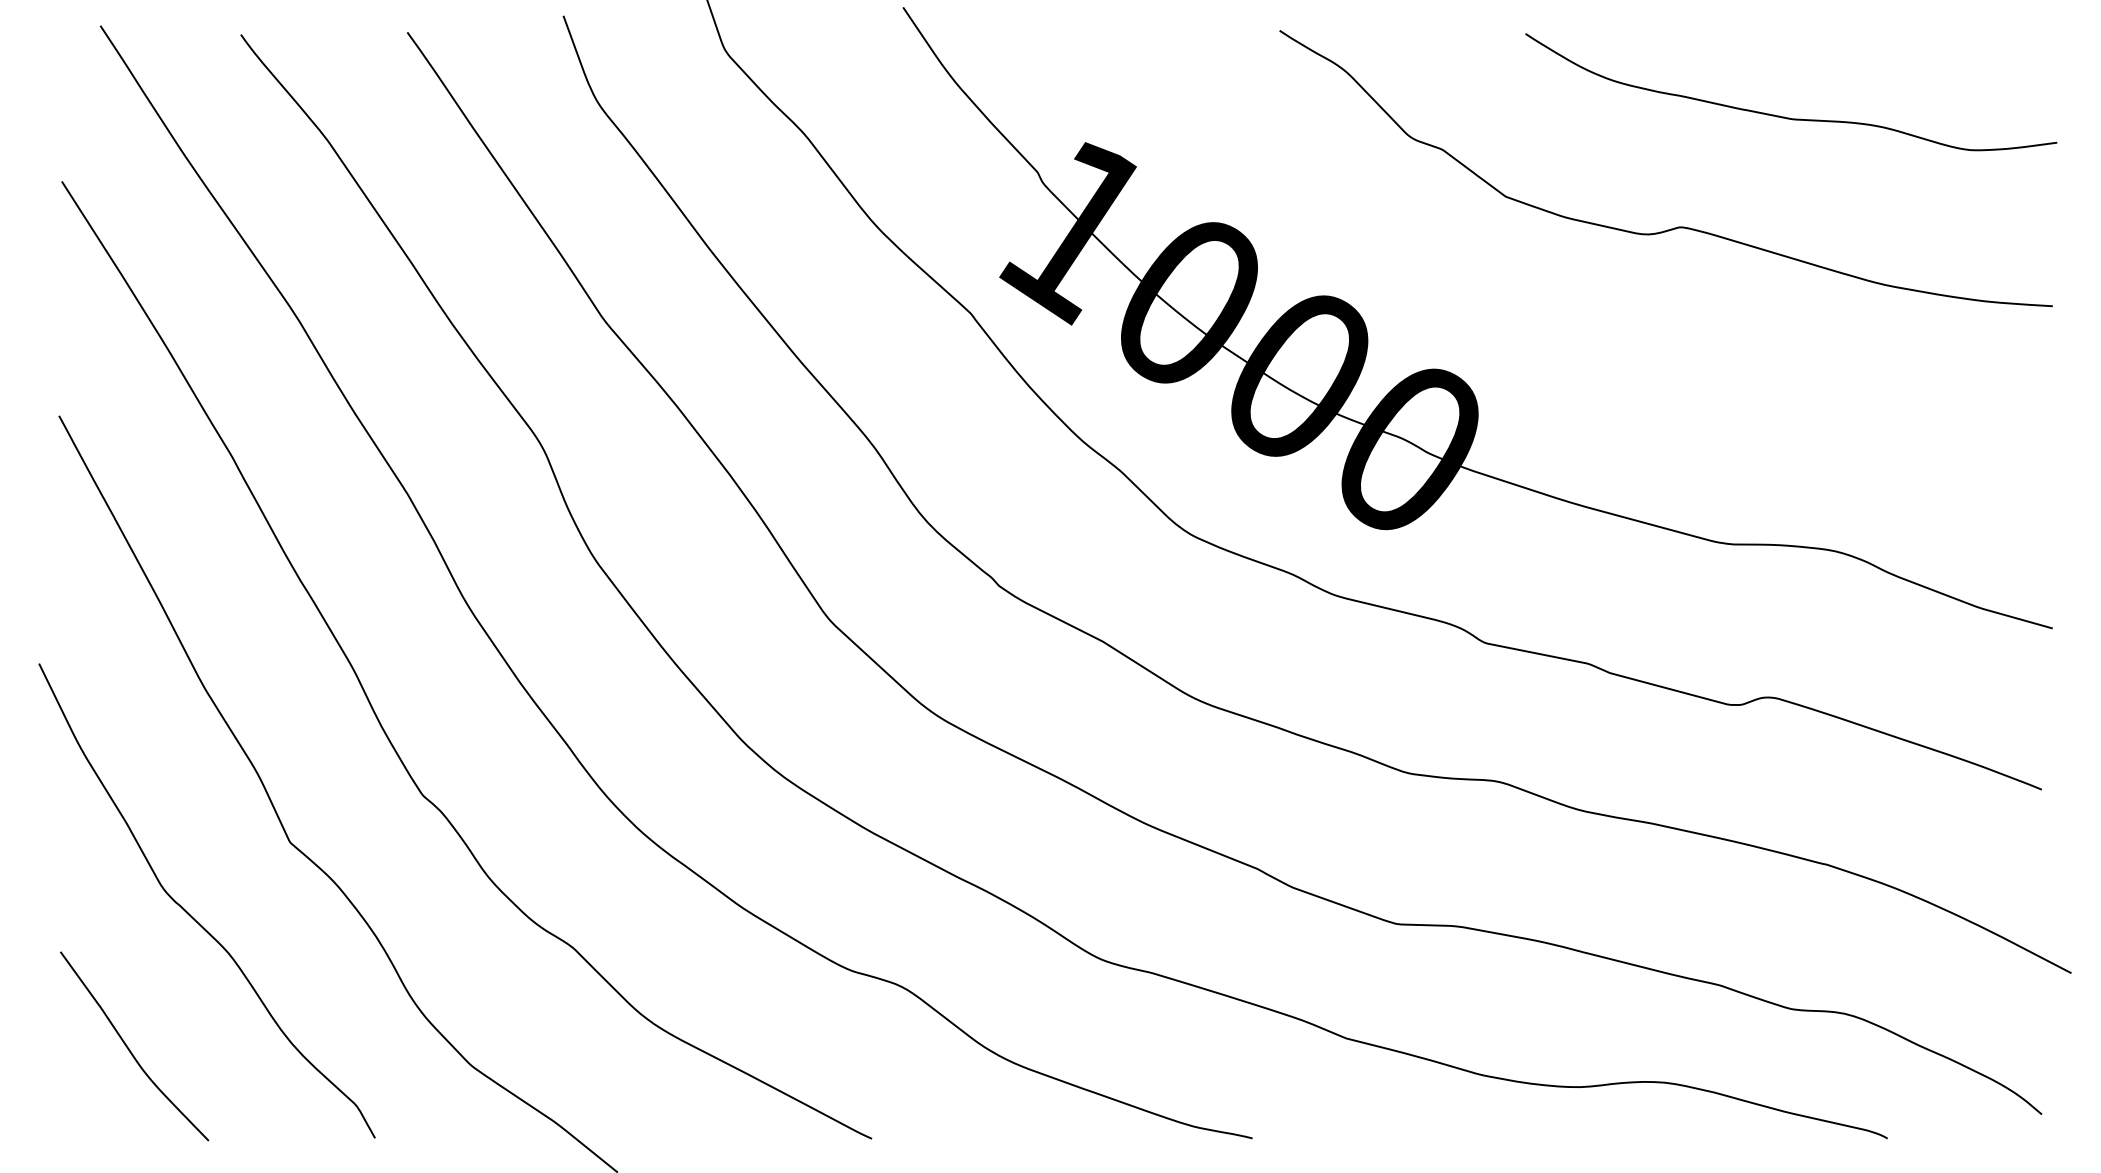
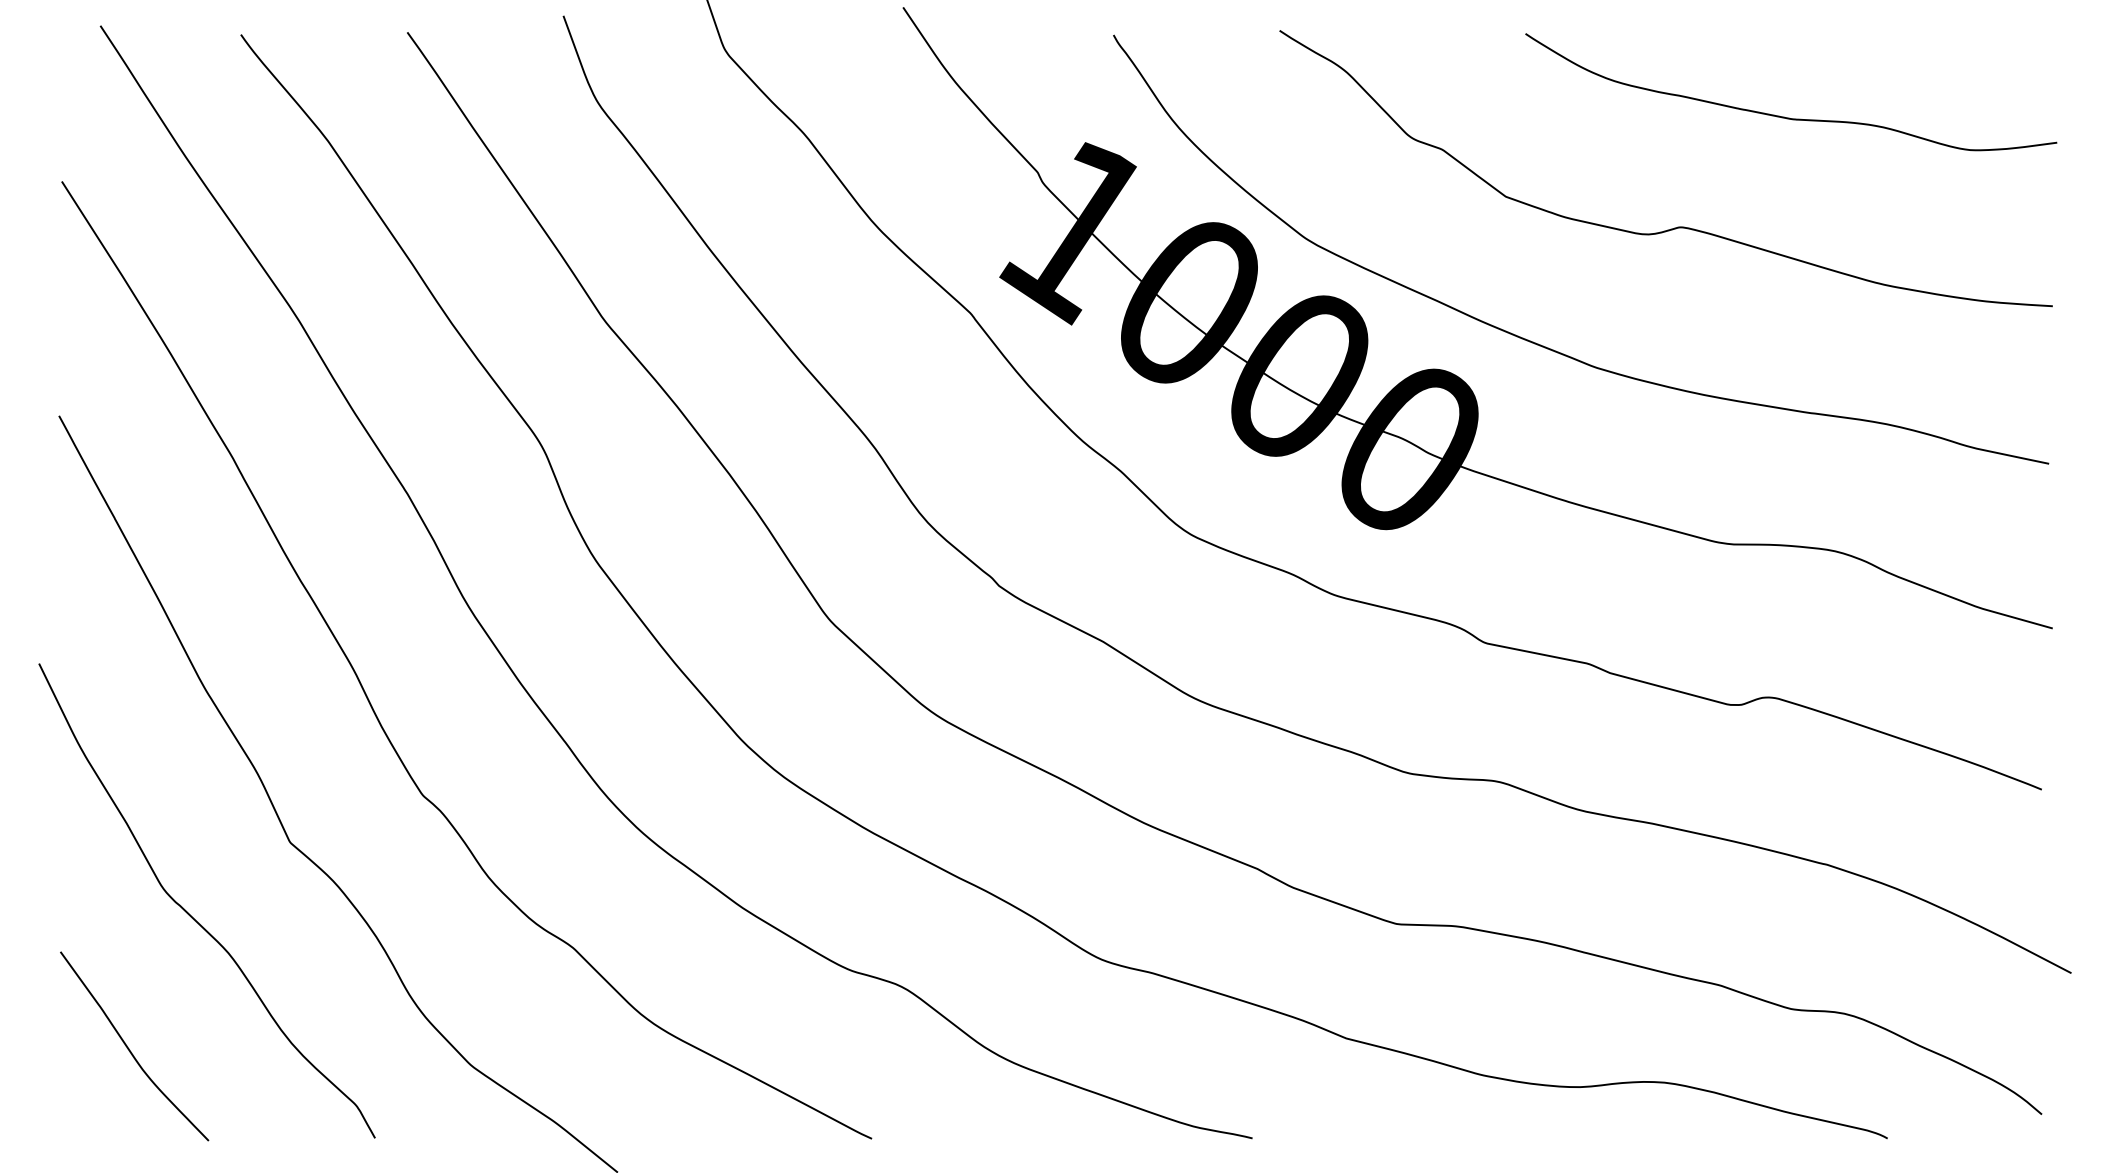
curve at (1543, 345): none -> present
